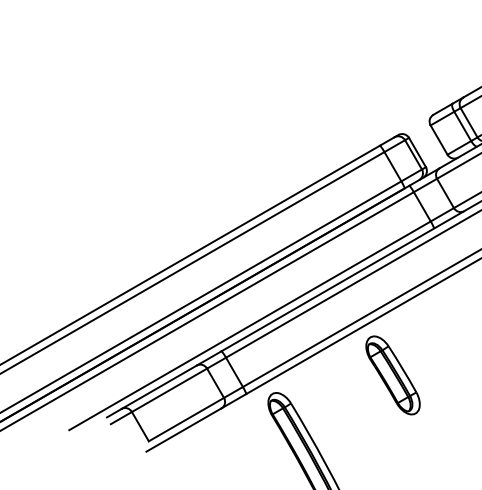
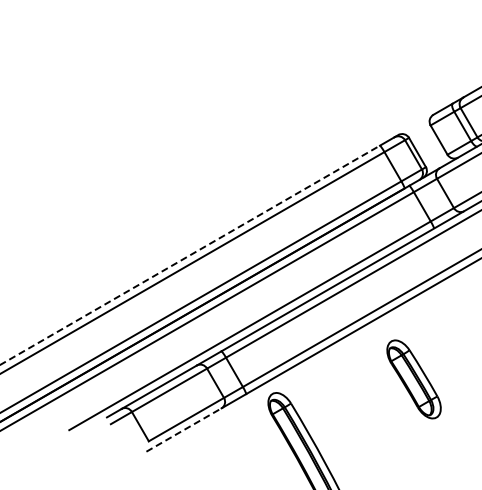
line at (190, 255): solid -> dashed
part at (392, 375) position: (392, 375) -> (413, 379)
line at (184, 429): solid -> dashed
